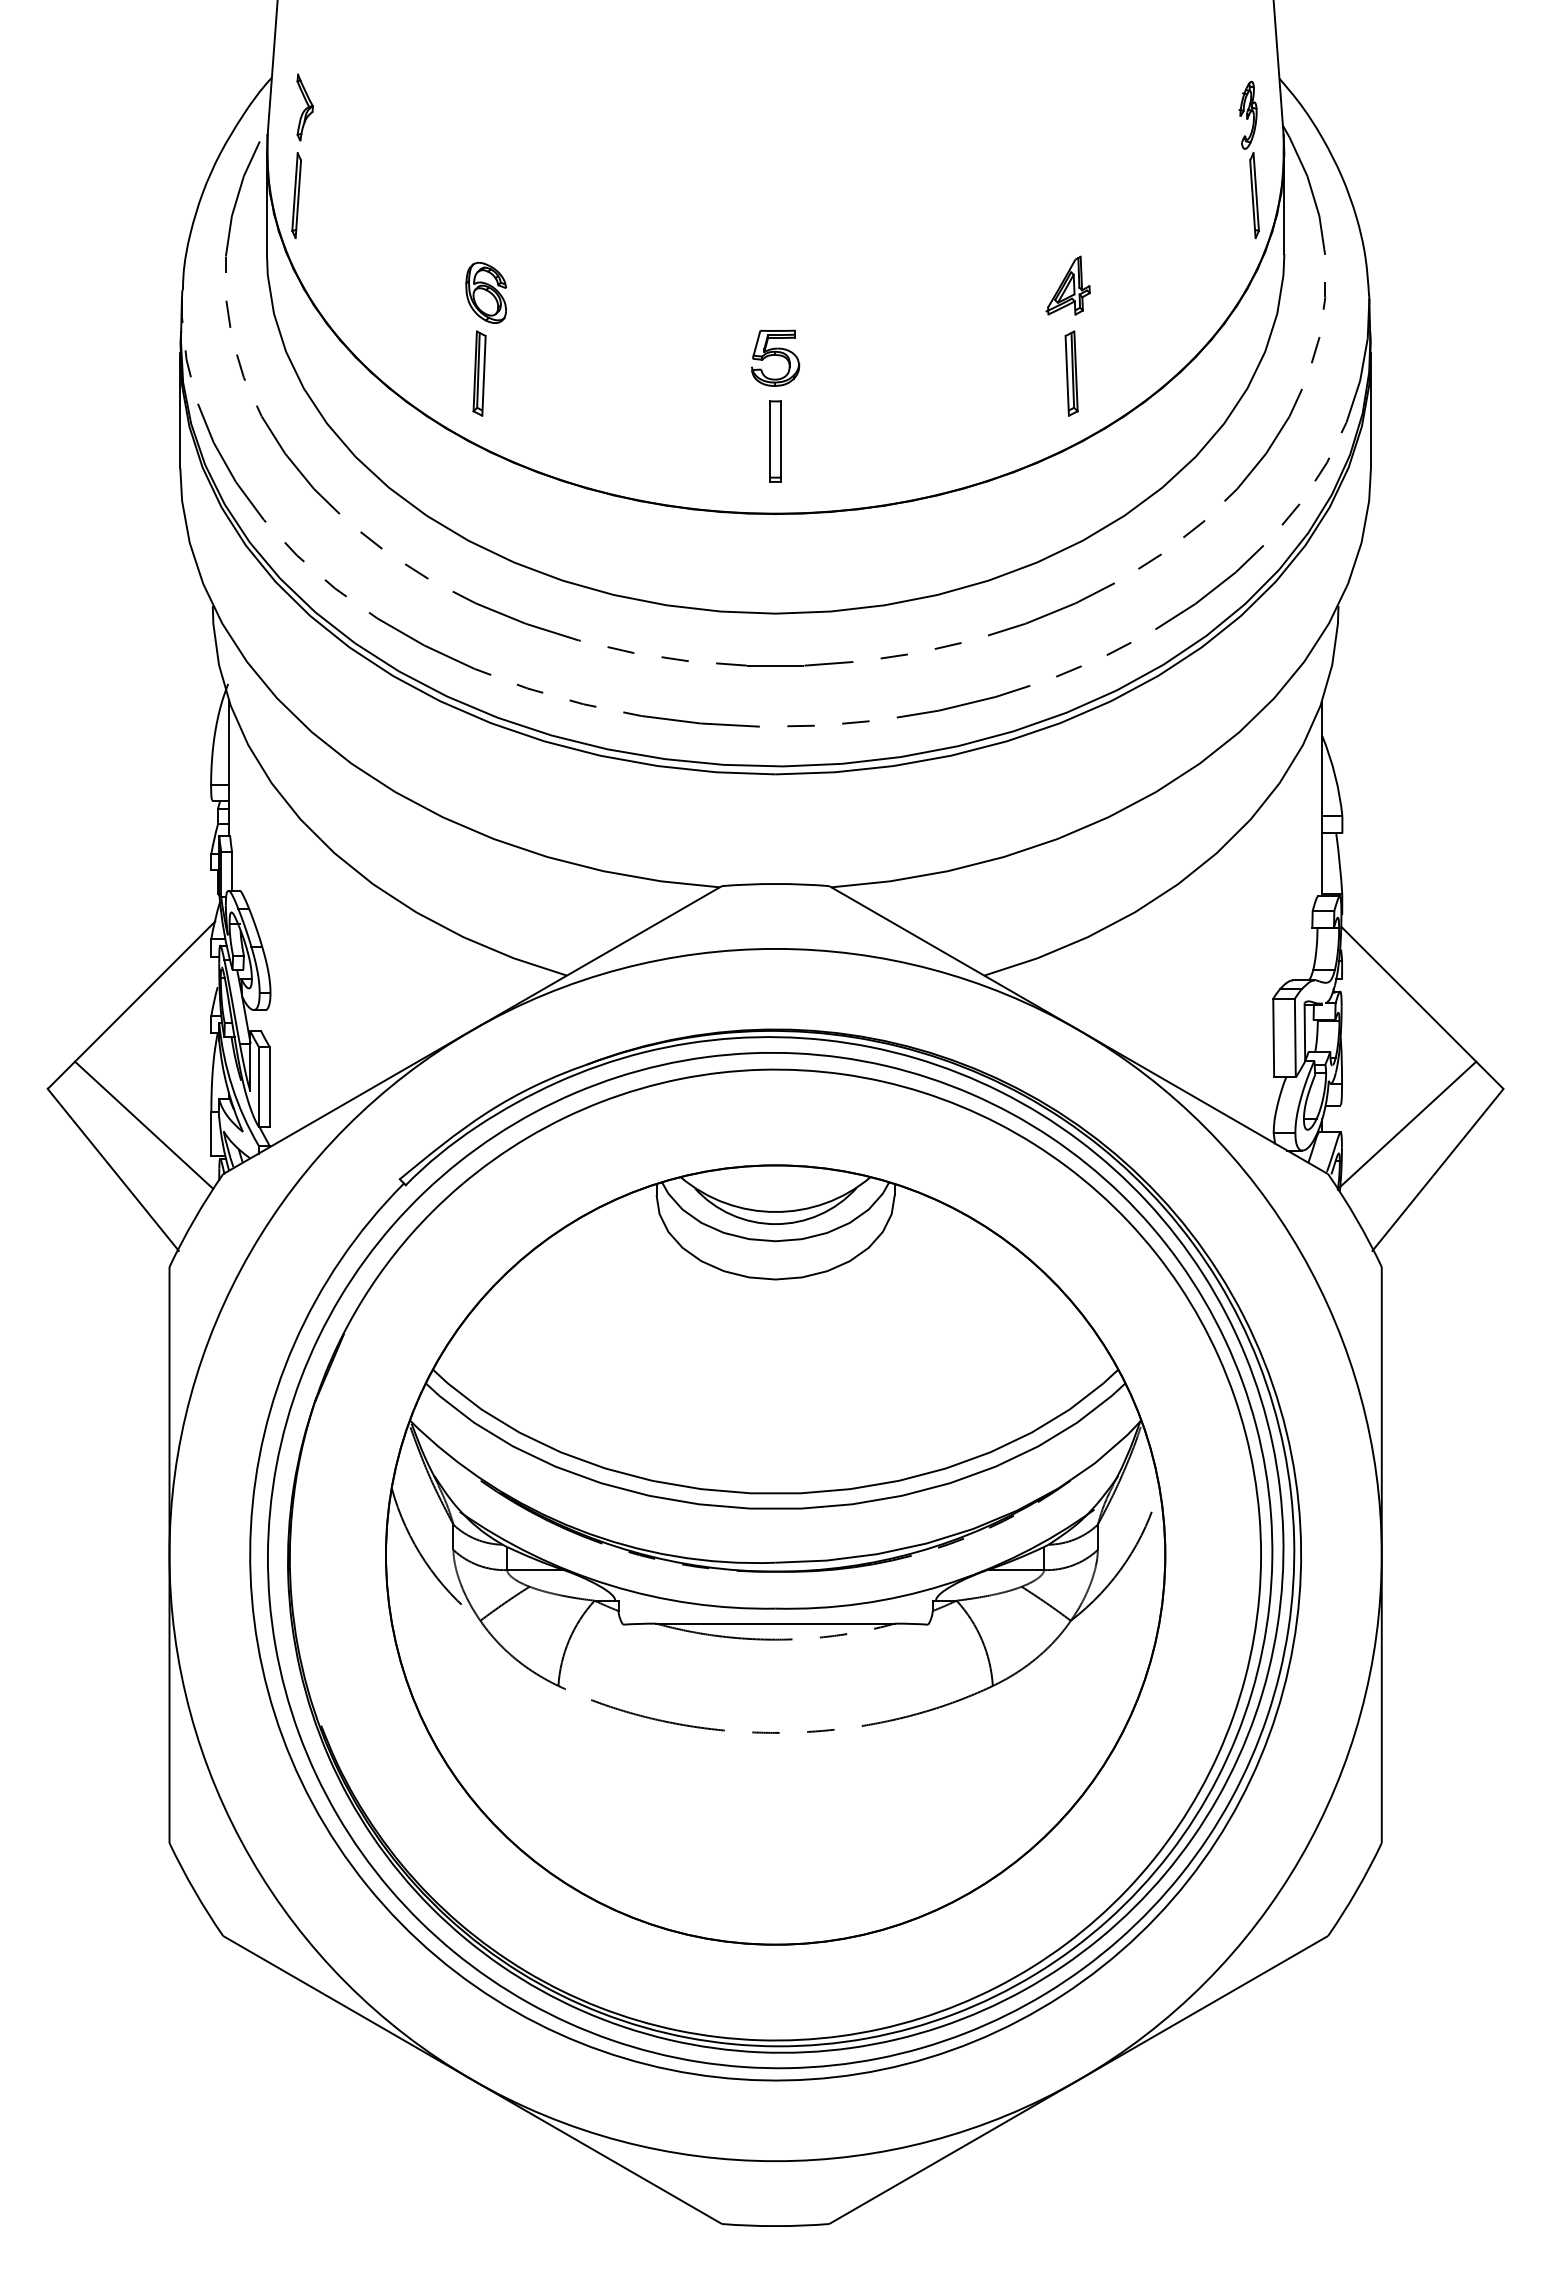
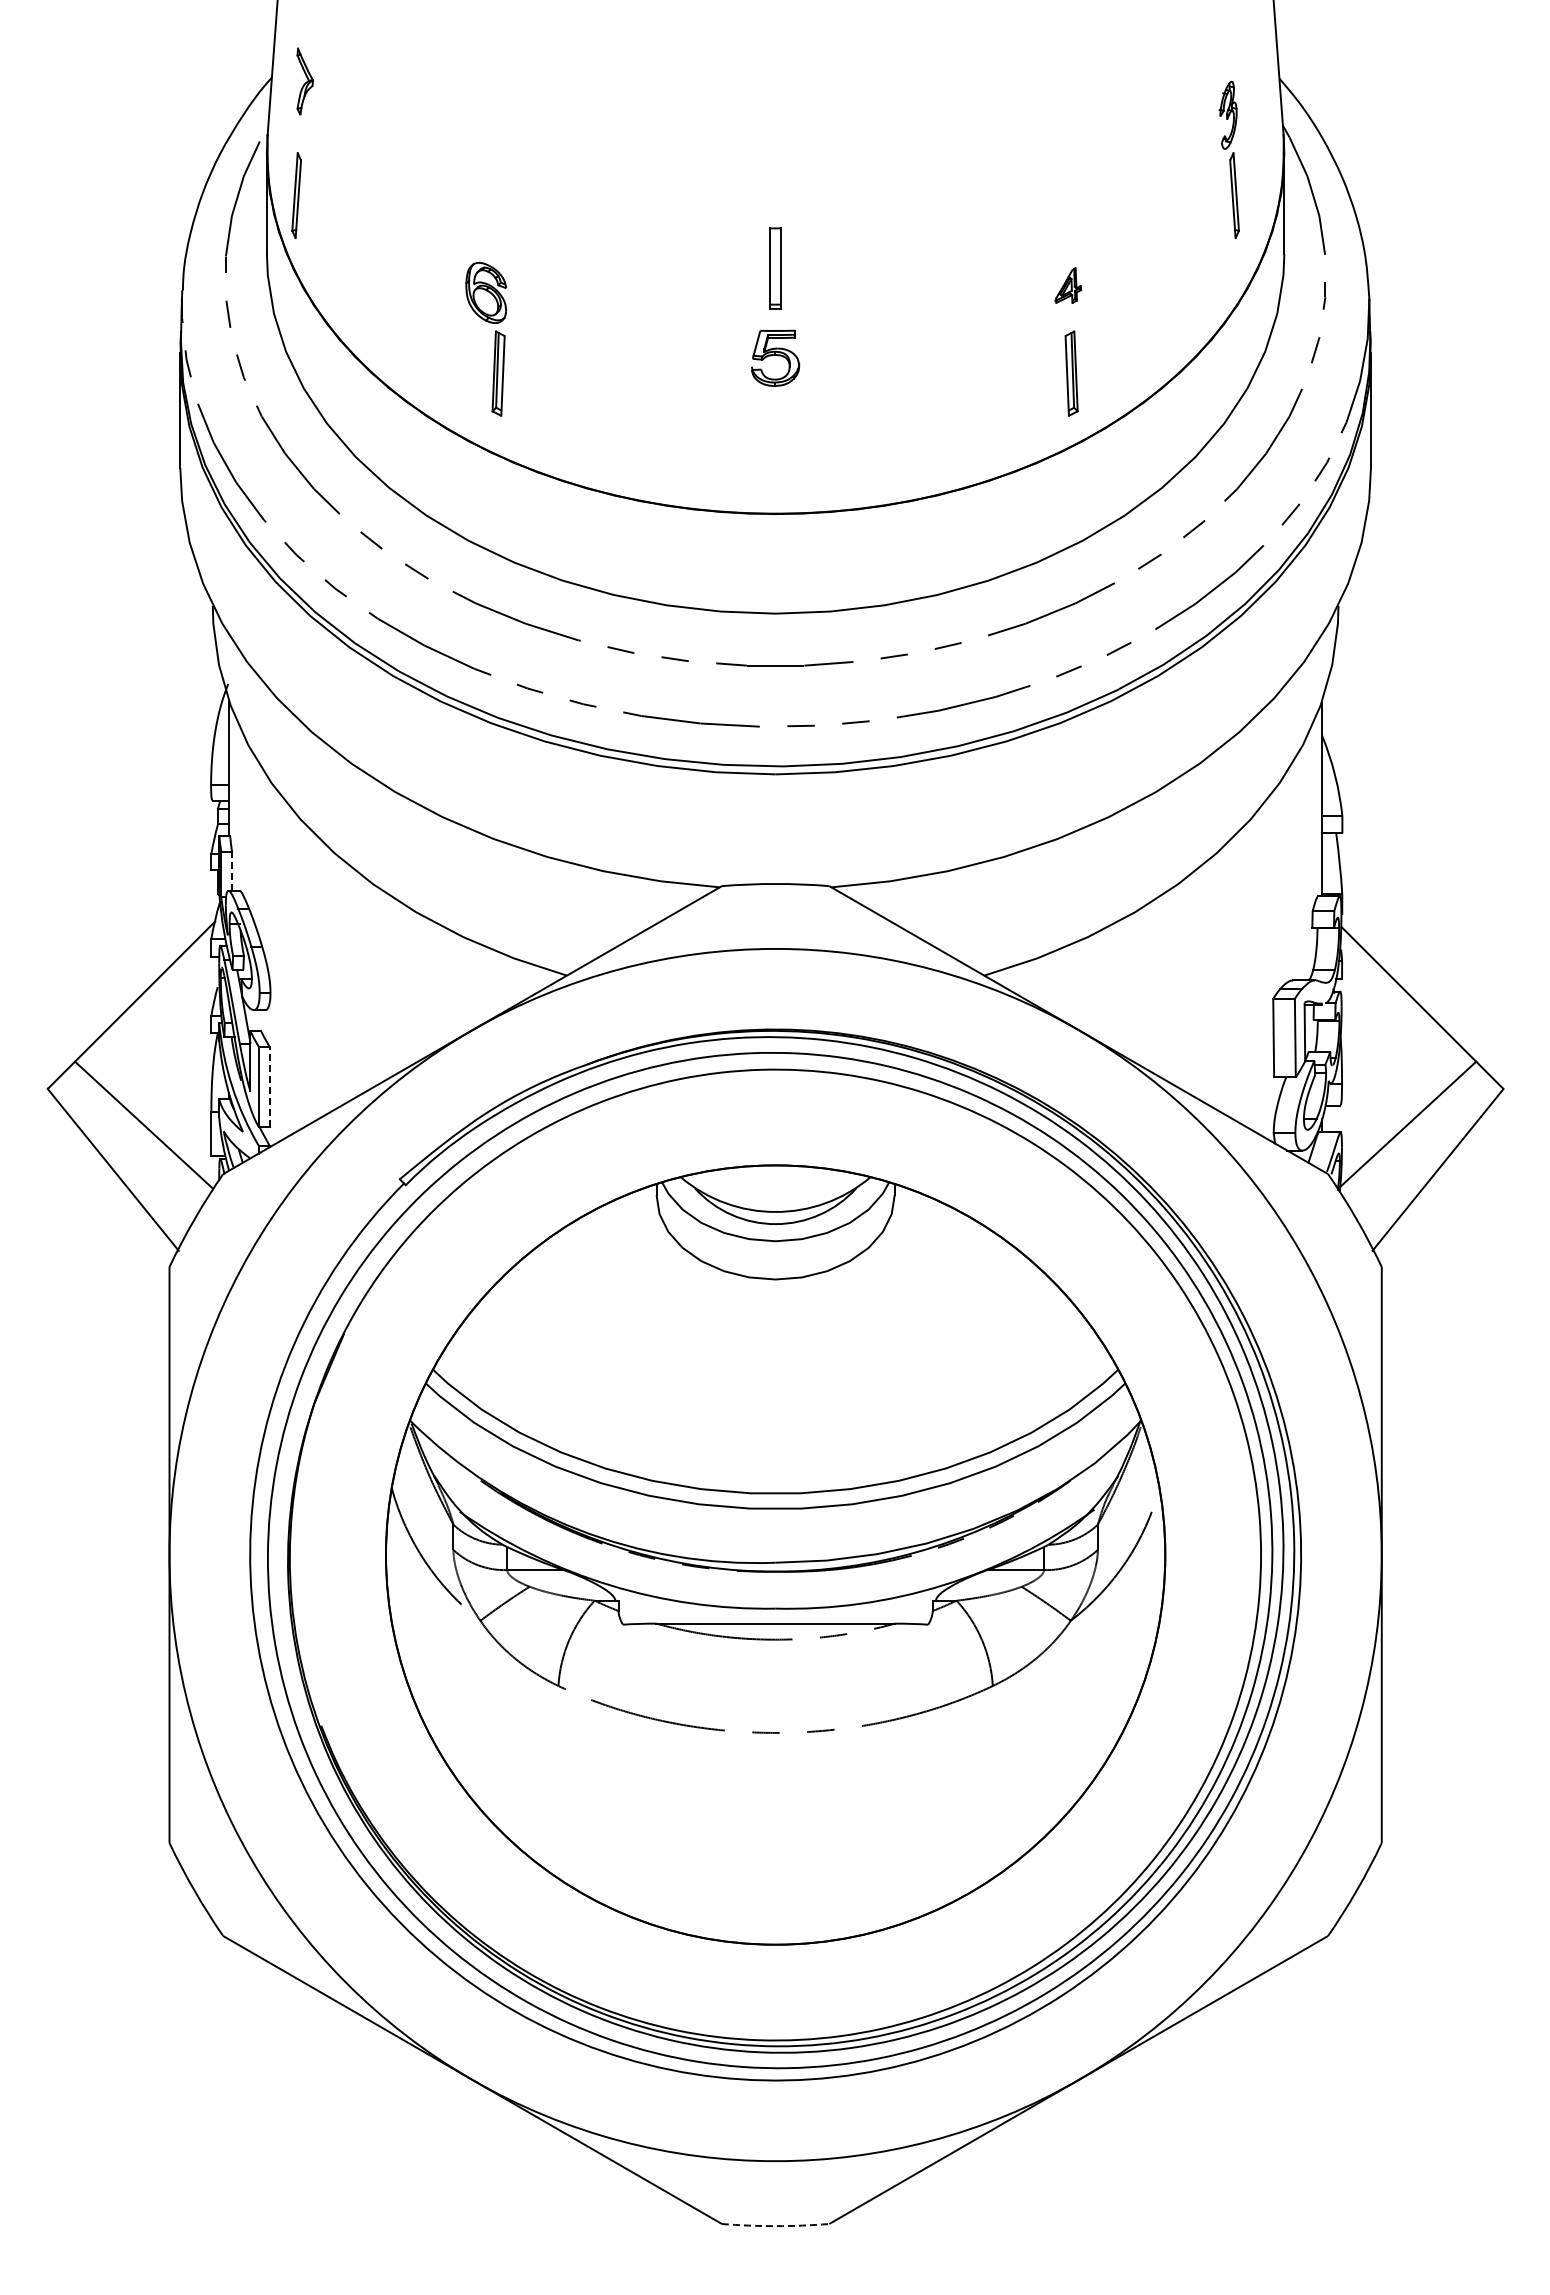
part at (304, 107) position: (304, 107) -> (304, 81)
part at (1248, 159) position: (1248, 159) -> (1228, 159)
part at (1067, 285) size: 46x61 px -> 29x37 px
part at (479, 373) position: (479, 373) -> (498, 373)
part at (775, 441) position: (775, 441) -> (775, 268)
line at (232, 871): solid -> dashed
line at (269, 1086): solid -> dashed
arc at (775, 2226): solid -> dashed
